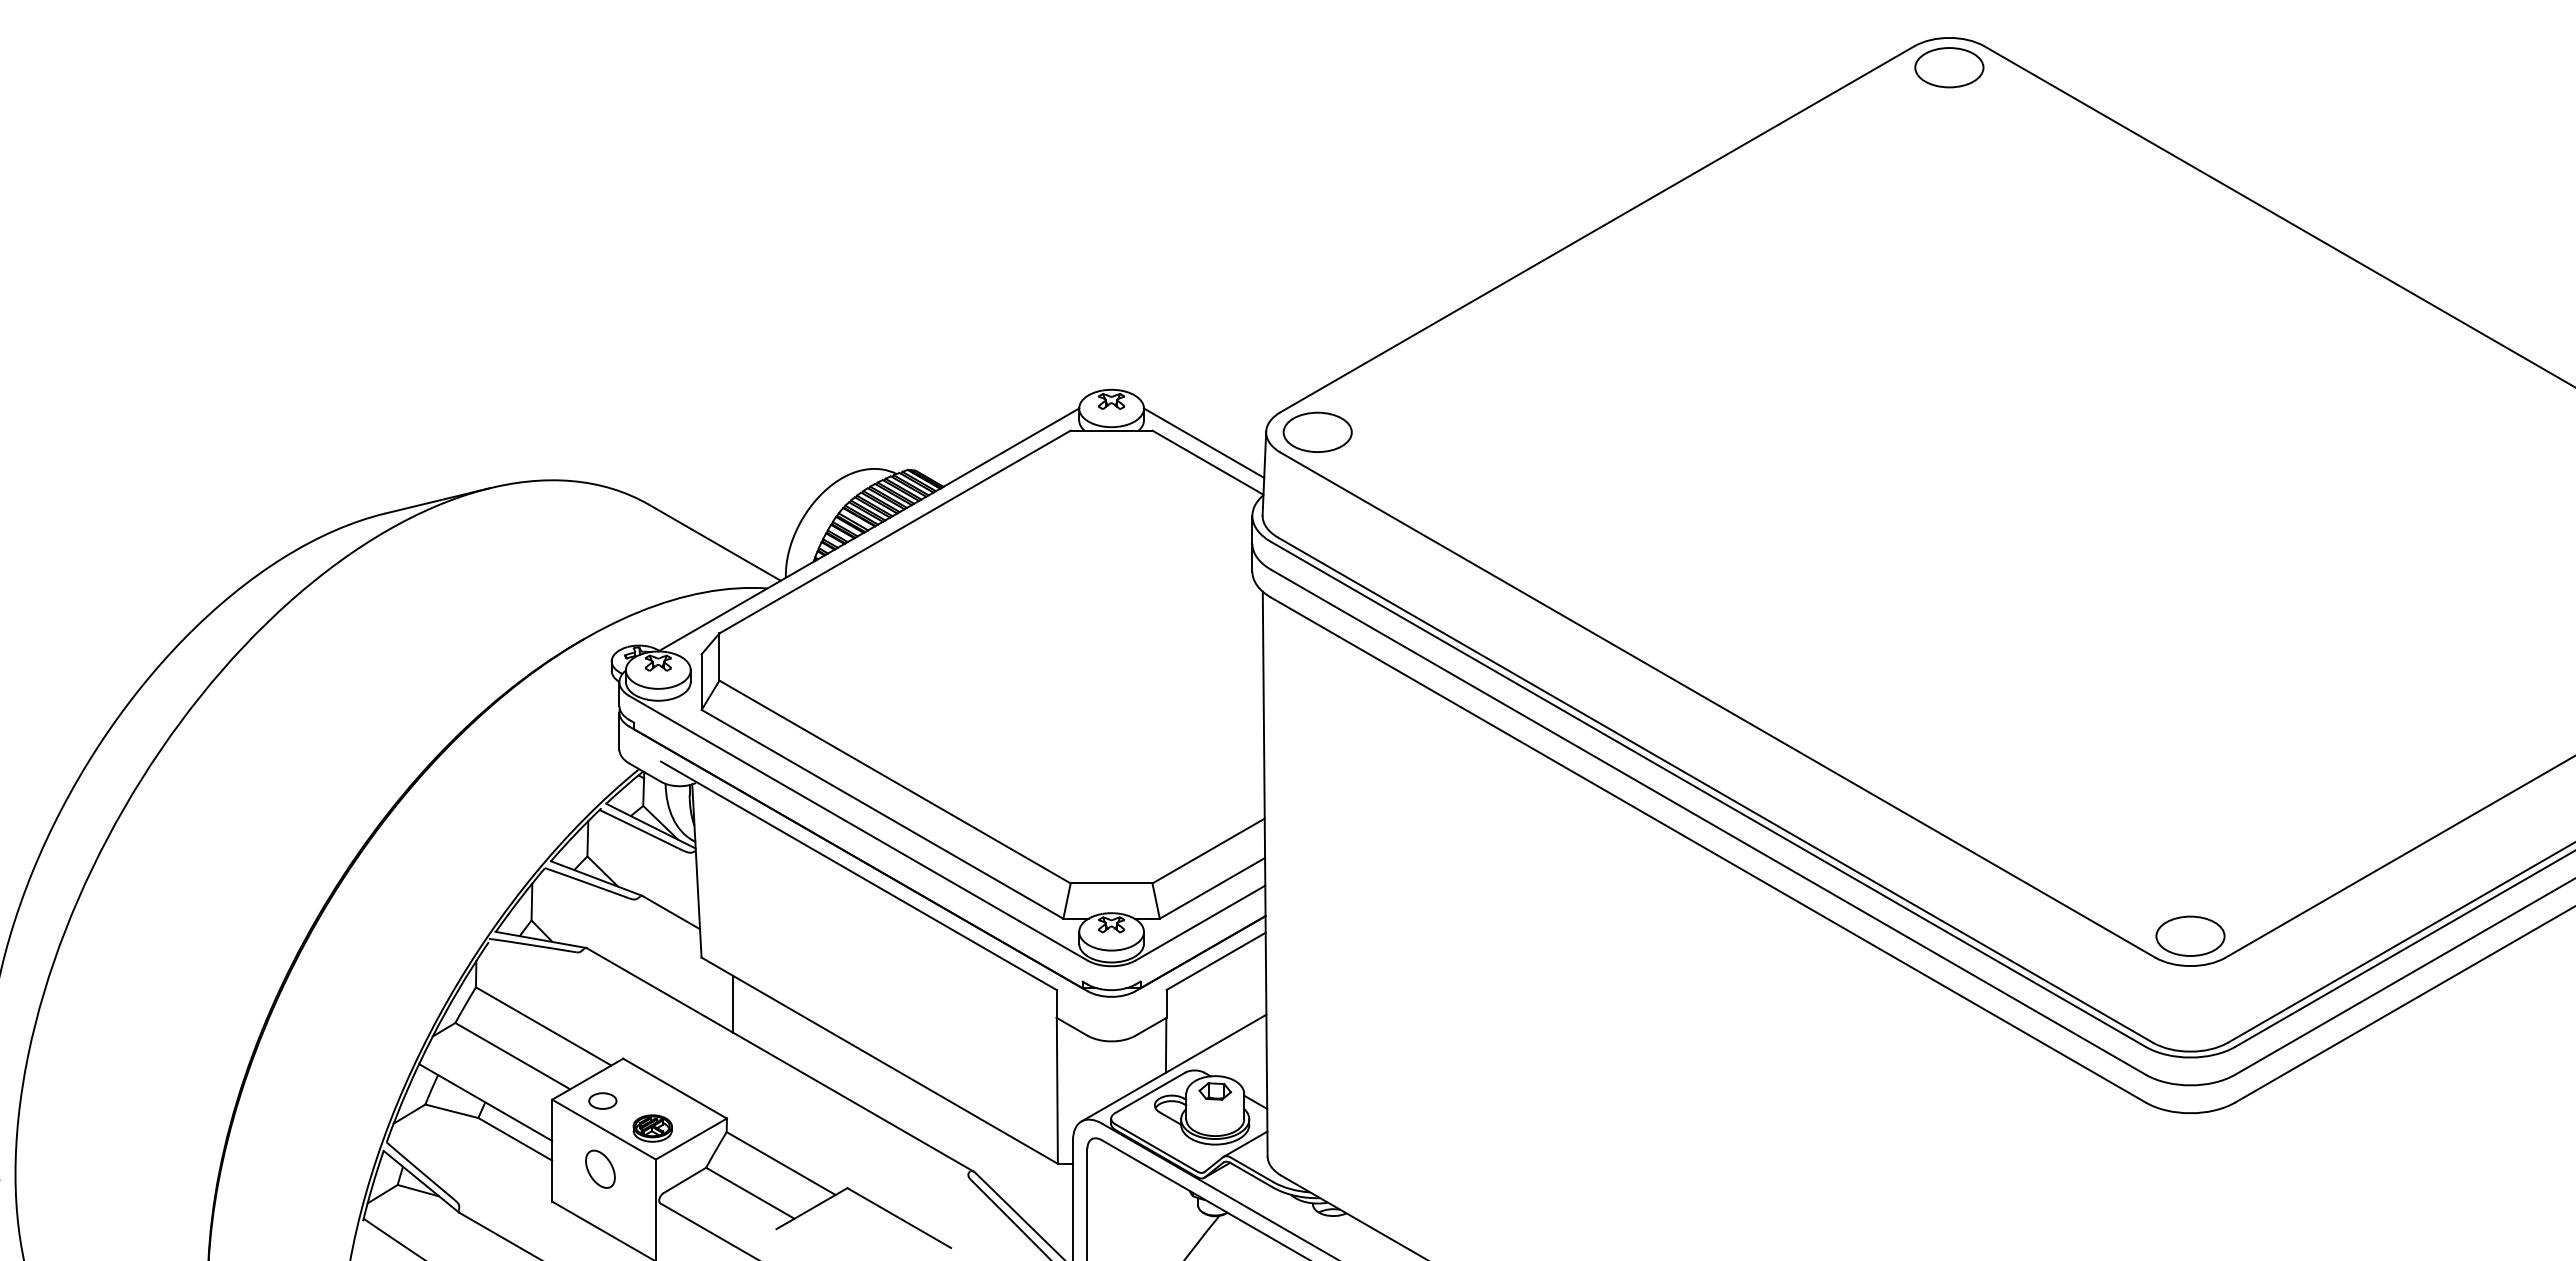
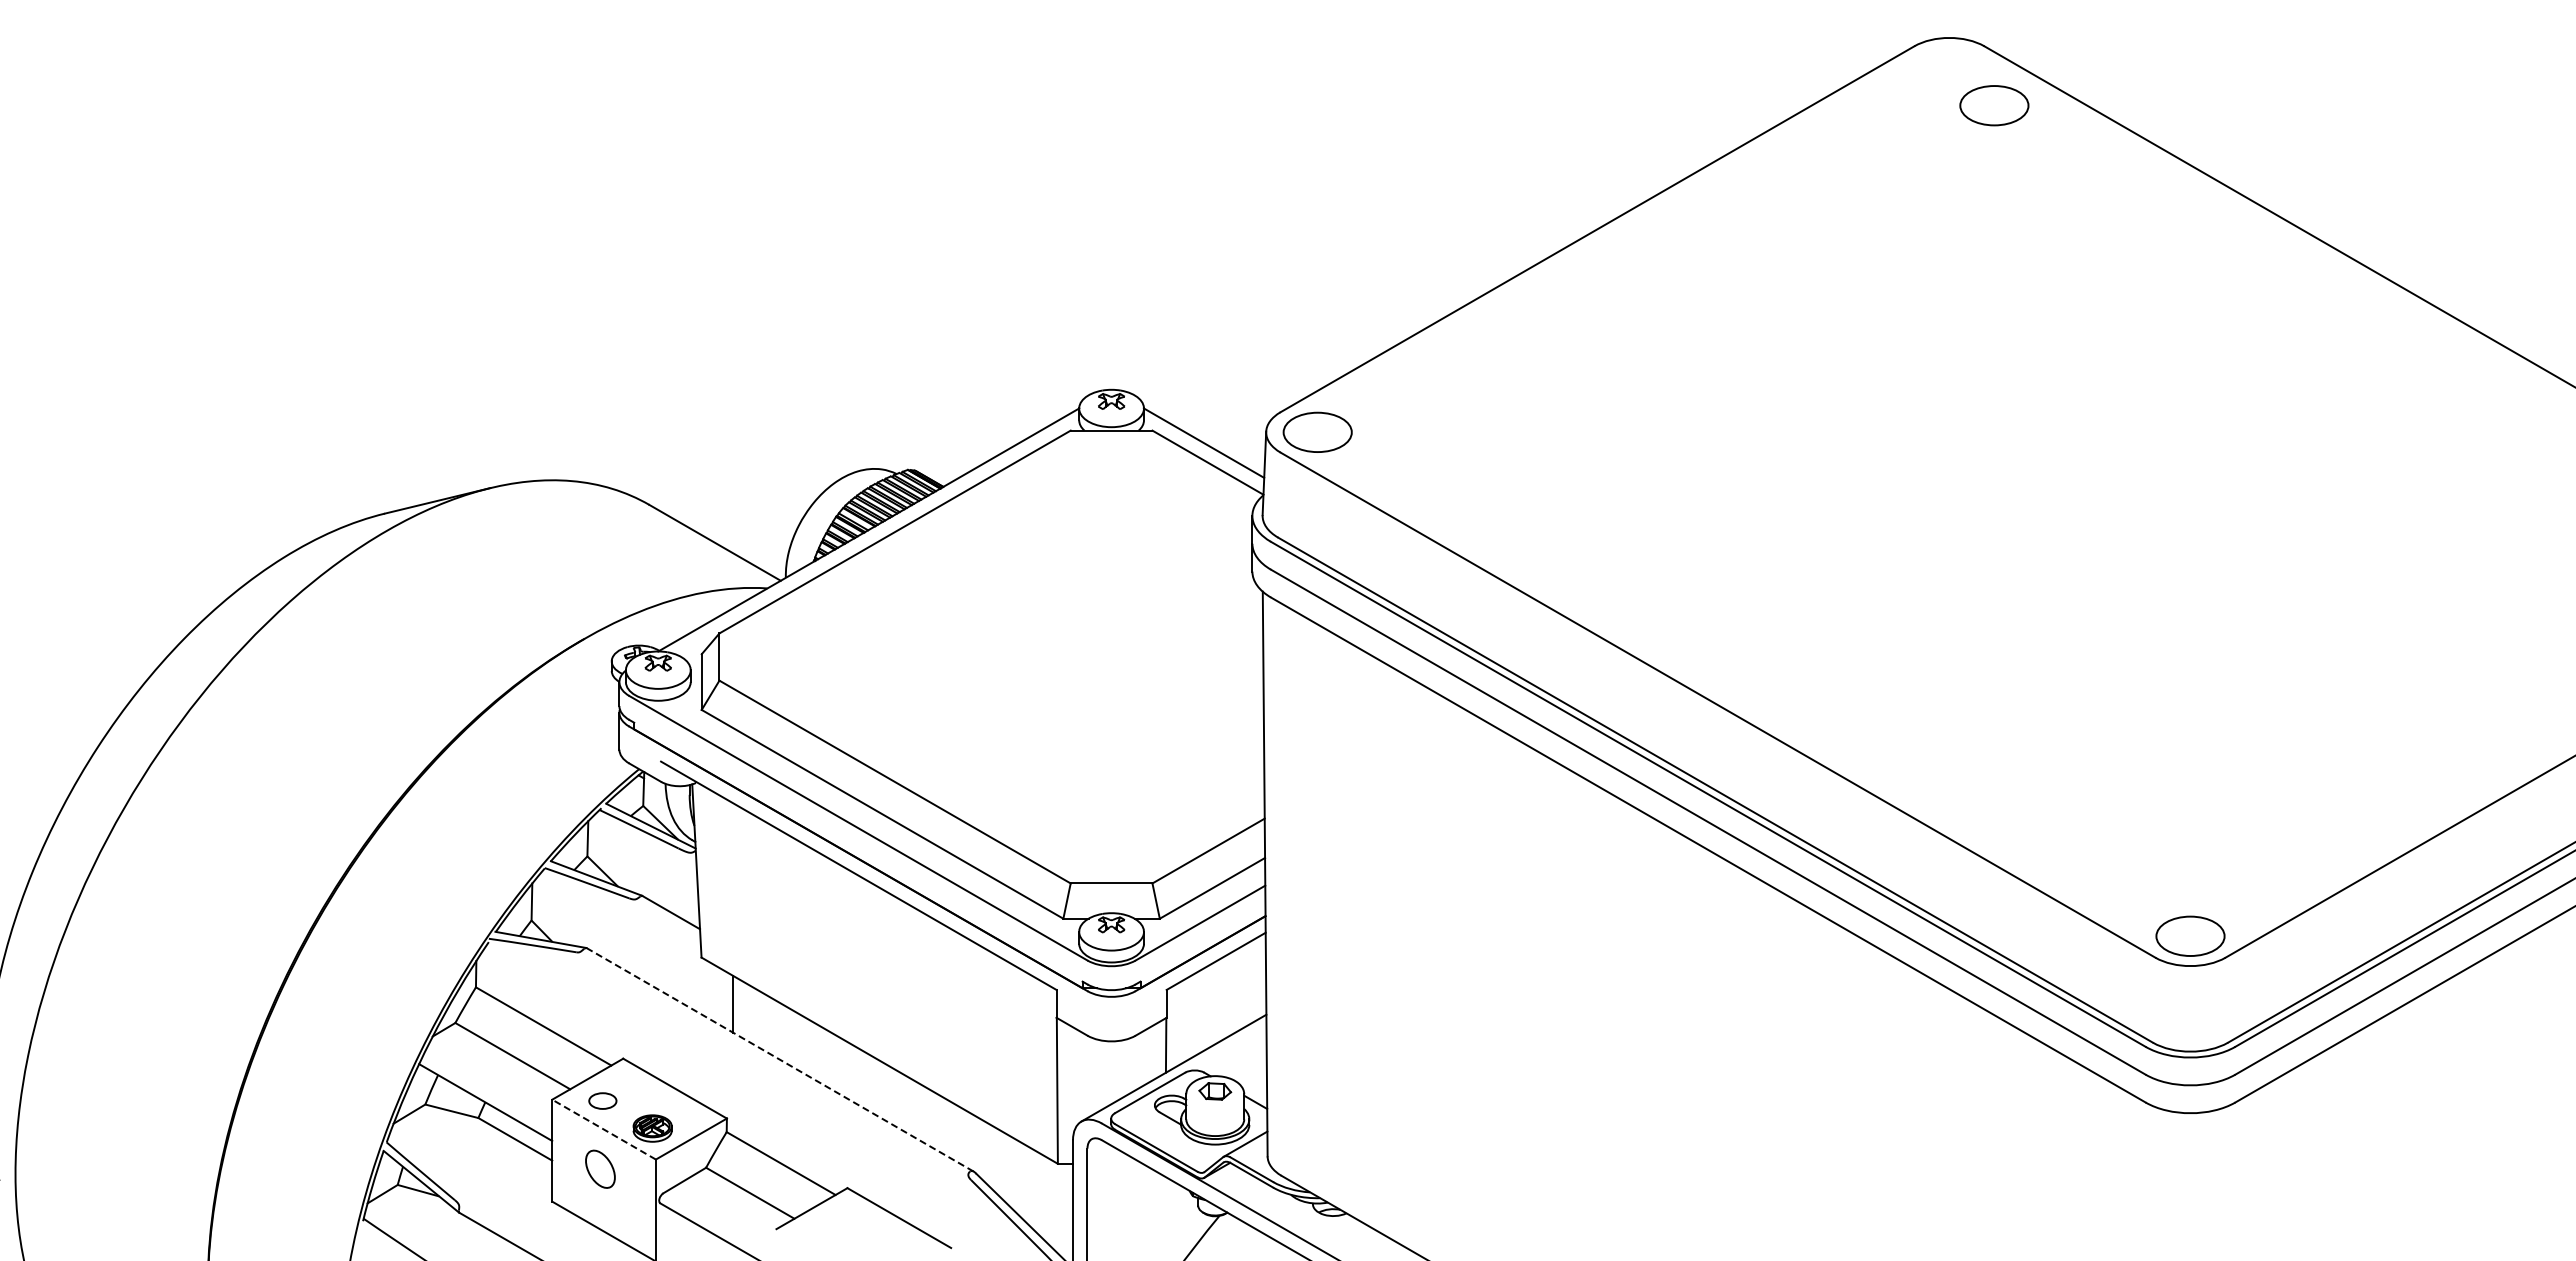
part at (1949, 67) position: (1949, 67) -> (1994, 105)
line at (780, 1059): solid -> dashed
line at (604, 1129): solid -> dashed
